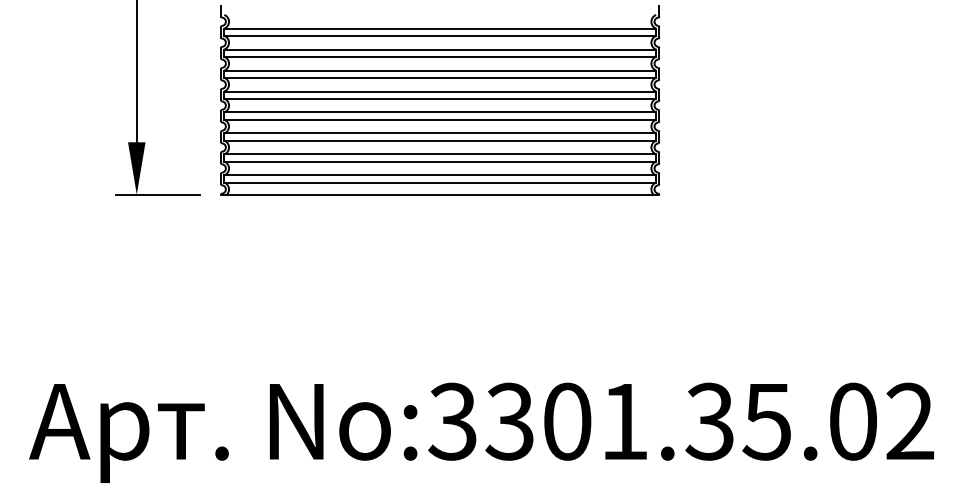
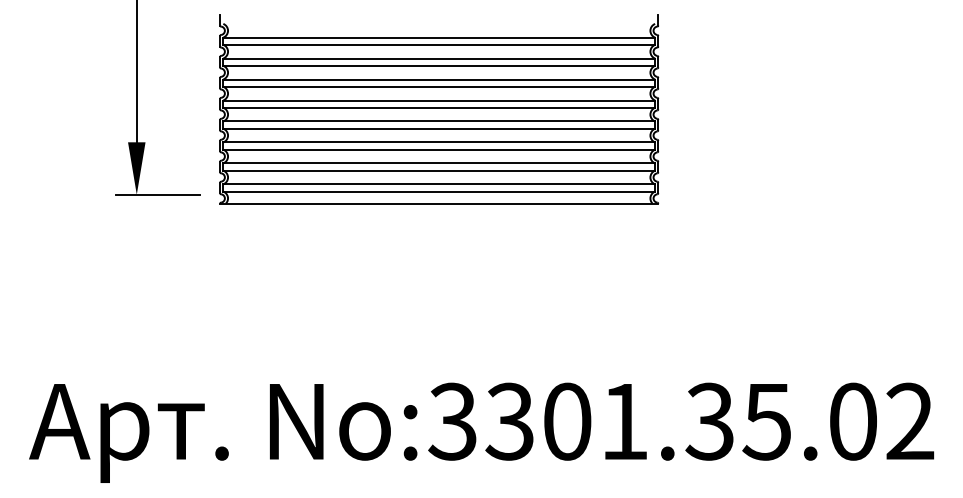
part at (440, 100) position: (440, 100) -> (439, 109)
